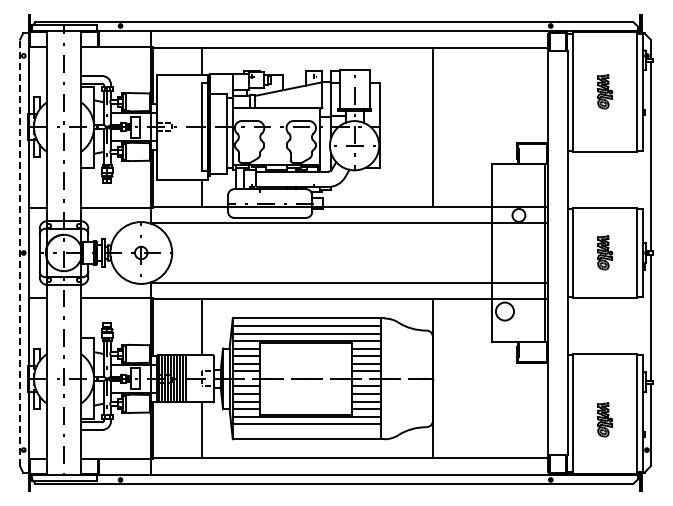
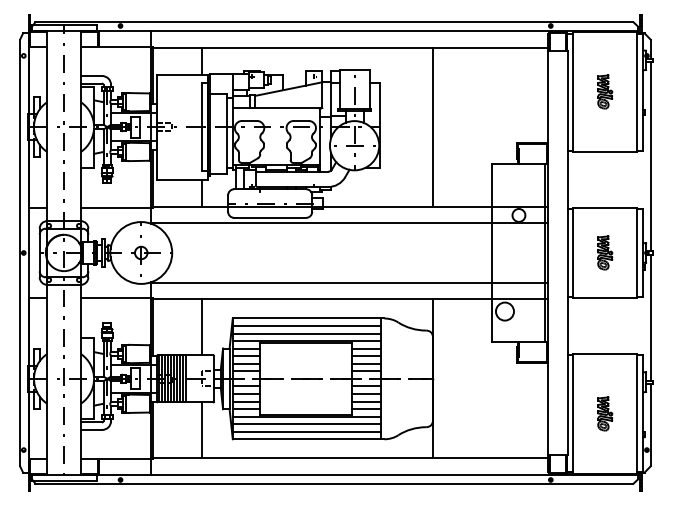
line at (20, 252): dashed -> solid
part at (605, 419) position: (605, 419) -> (605, 413)
line at (306, 431): none -> present
